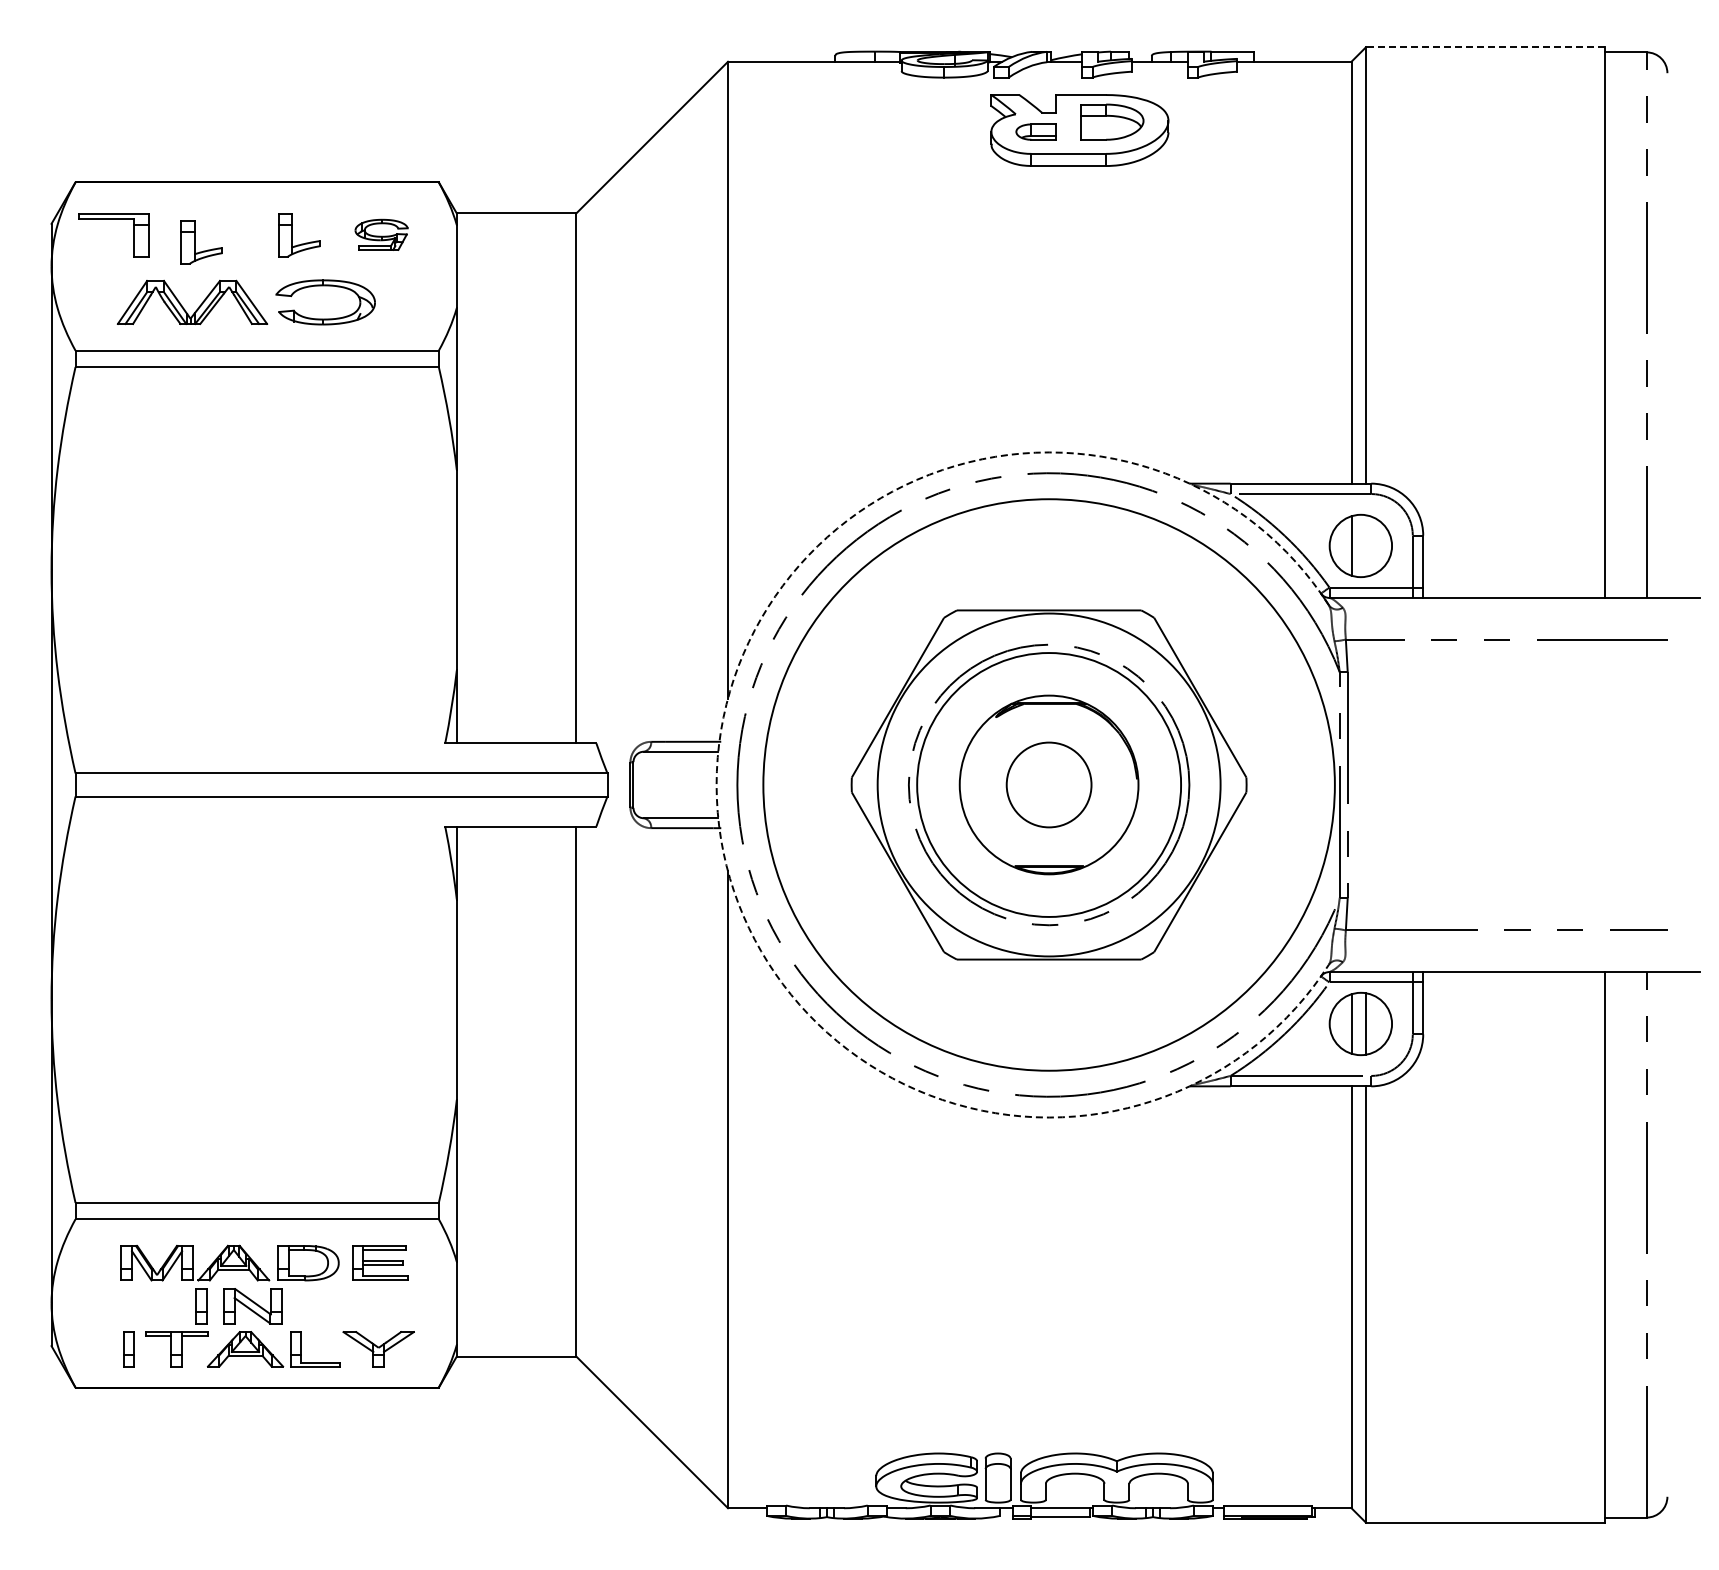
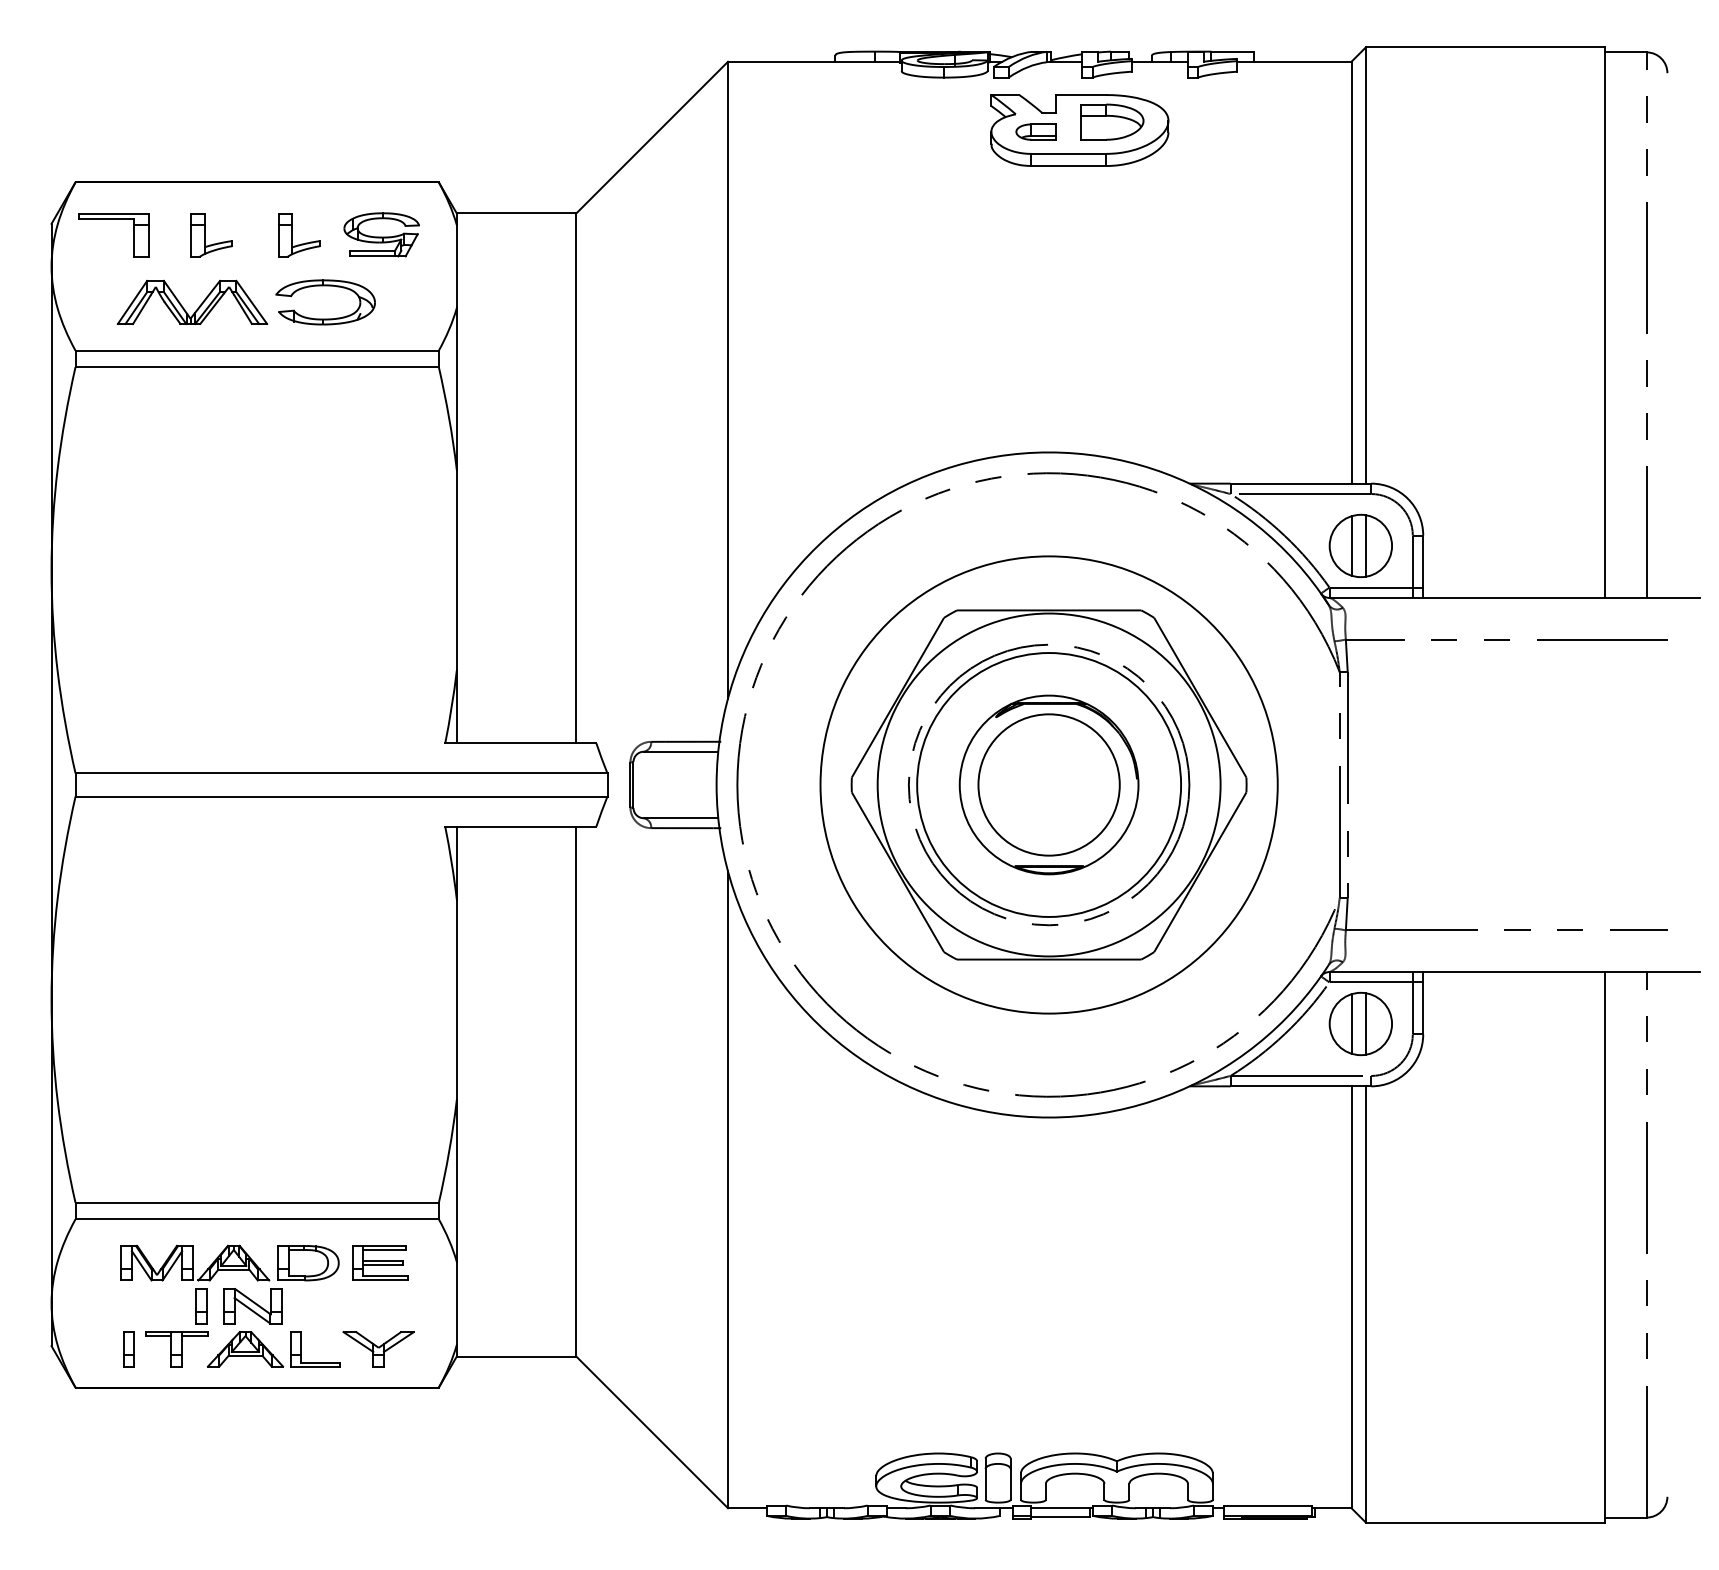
line at (1485, 47): dashed -> solid
part at (381, 234) size: 55x33 px -> 77x46 px
part at (201, 242) position: (201, 242) -> (211, 235)
line at (1366, 545): none -> present
arc at (716, 784): dashed -> solid
circle at (1048, 784) diameter: 572 px -> 457 px
circle at (1048, 784) diameter: 85 px -> 141 px
